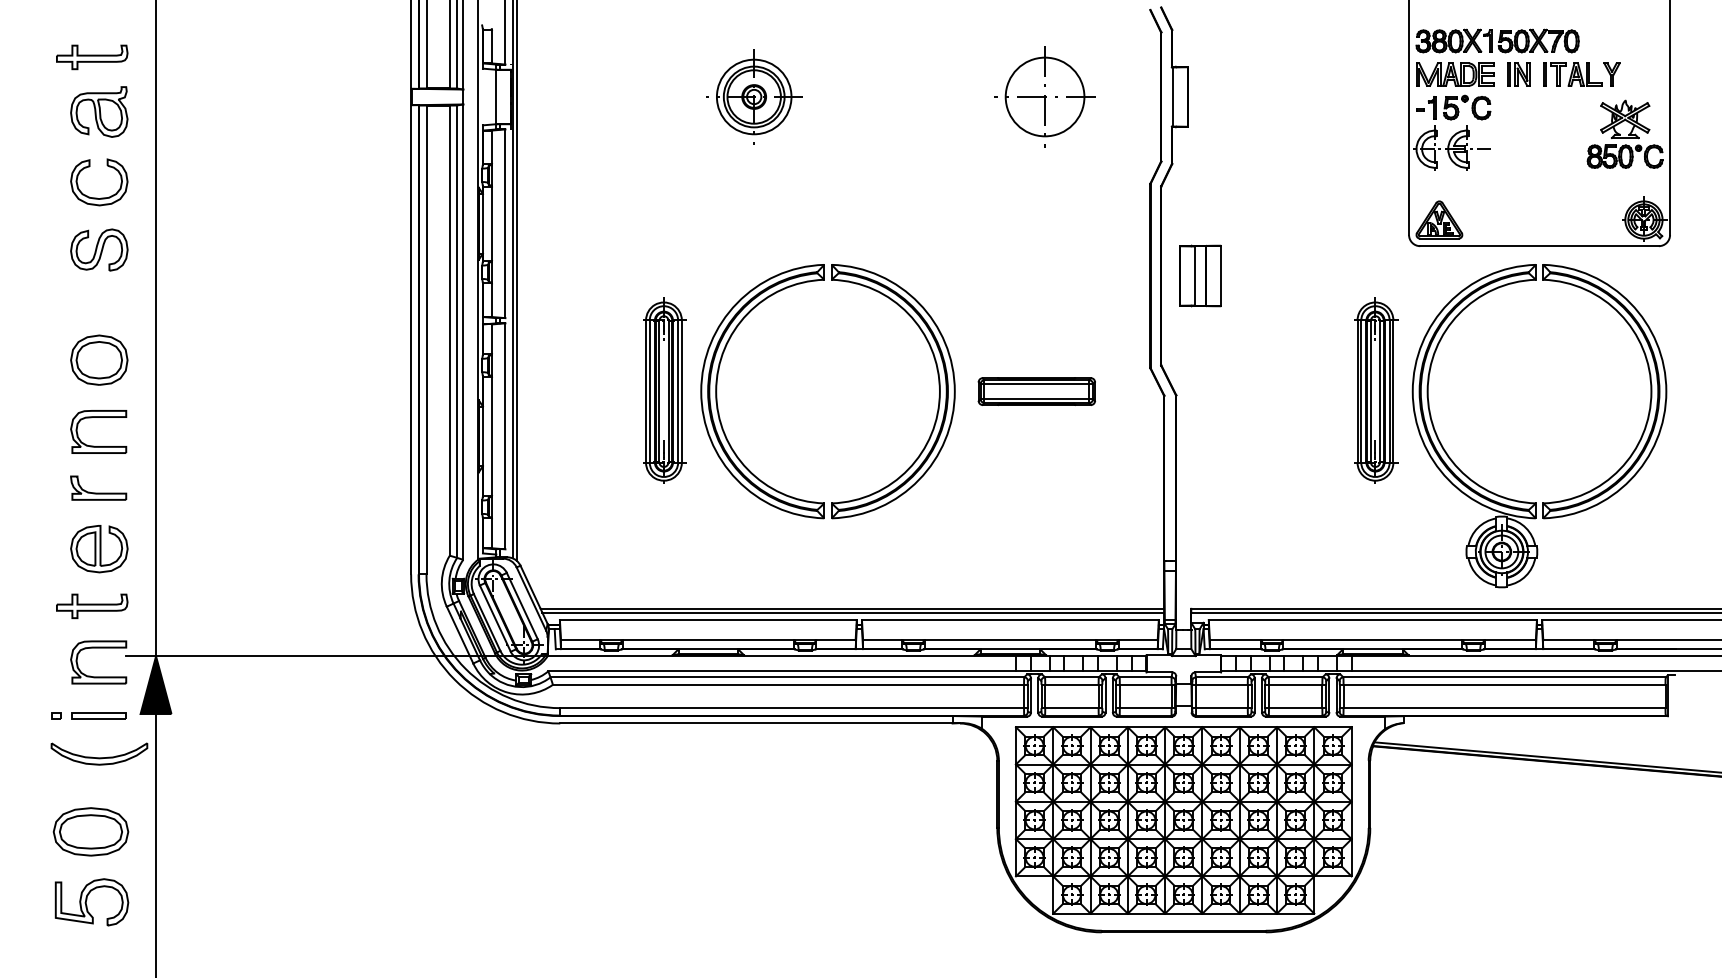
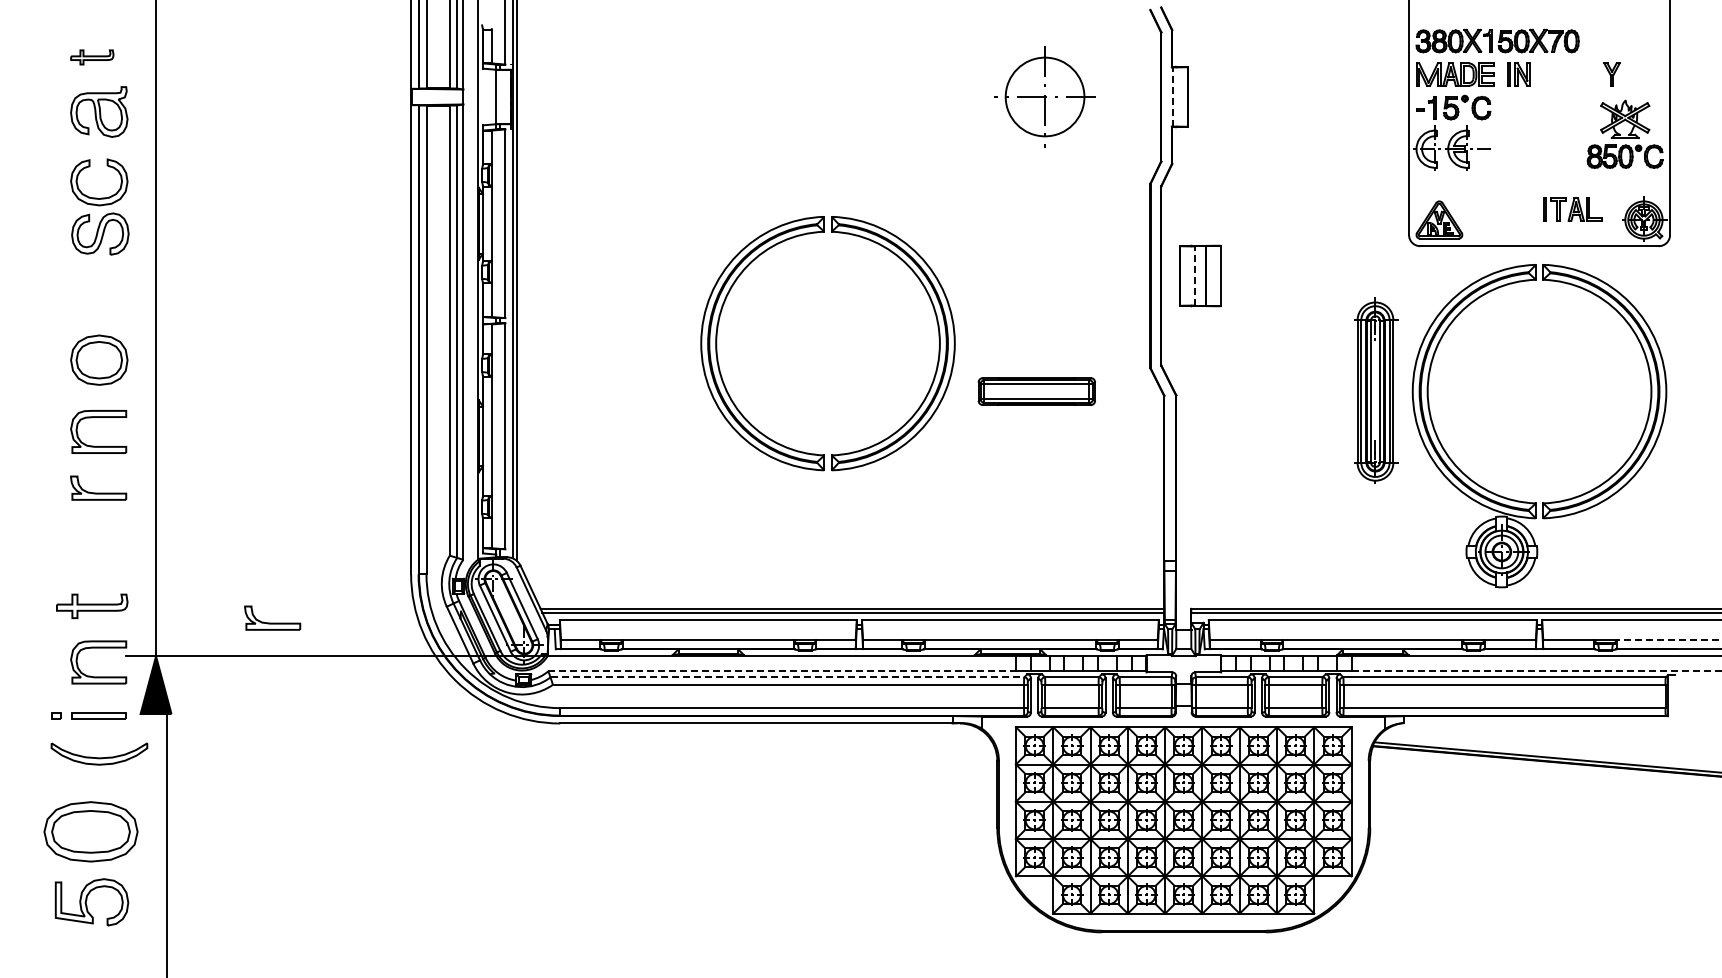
part at (92, 57) size: 73x27 px -> 45x17 px
part at (1572, 74) position: (1572, 74) -> (1572, 209)
part at (754, 96): present -> none
line at (1172, 97): solid -> dashed
part at (99, 249) position: (99, 249) -> (100, 233)
line at (1194, 276): solid -> dashed
part at (664, 390): present -> none
part at (717, 391) position: (717, 391) -> (717, 343)
part at (99, 549): present -> none
part at (272, 617): none -> present
line at (1668, 640): solid -> dashed
line at (782, 671): solid -> dashed
line at (1536, 671): solid -> dashed
line at (787, 677): solid -> dashed
part at (90, 831) size: 78x50 px -> 96x62 px
line at (156, 844) position: (156, 844) -> (167, 844)
